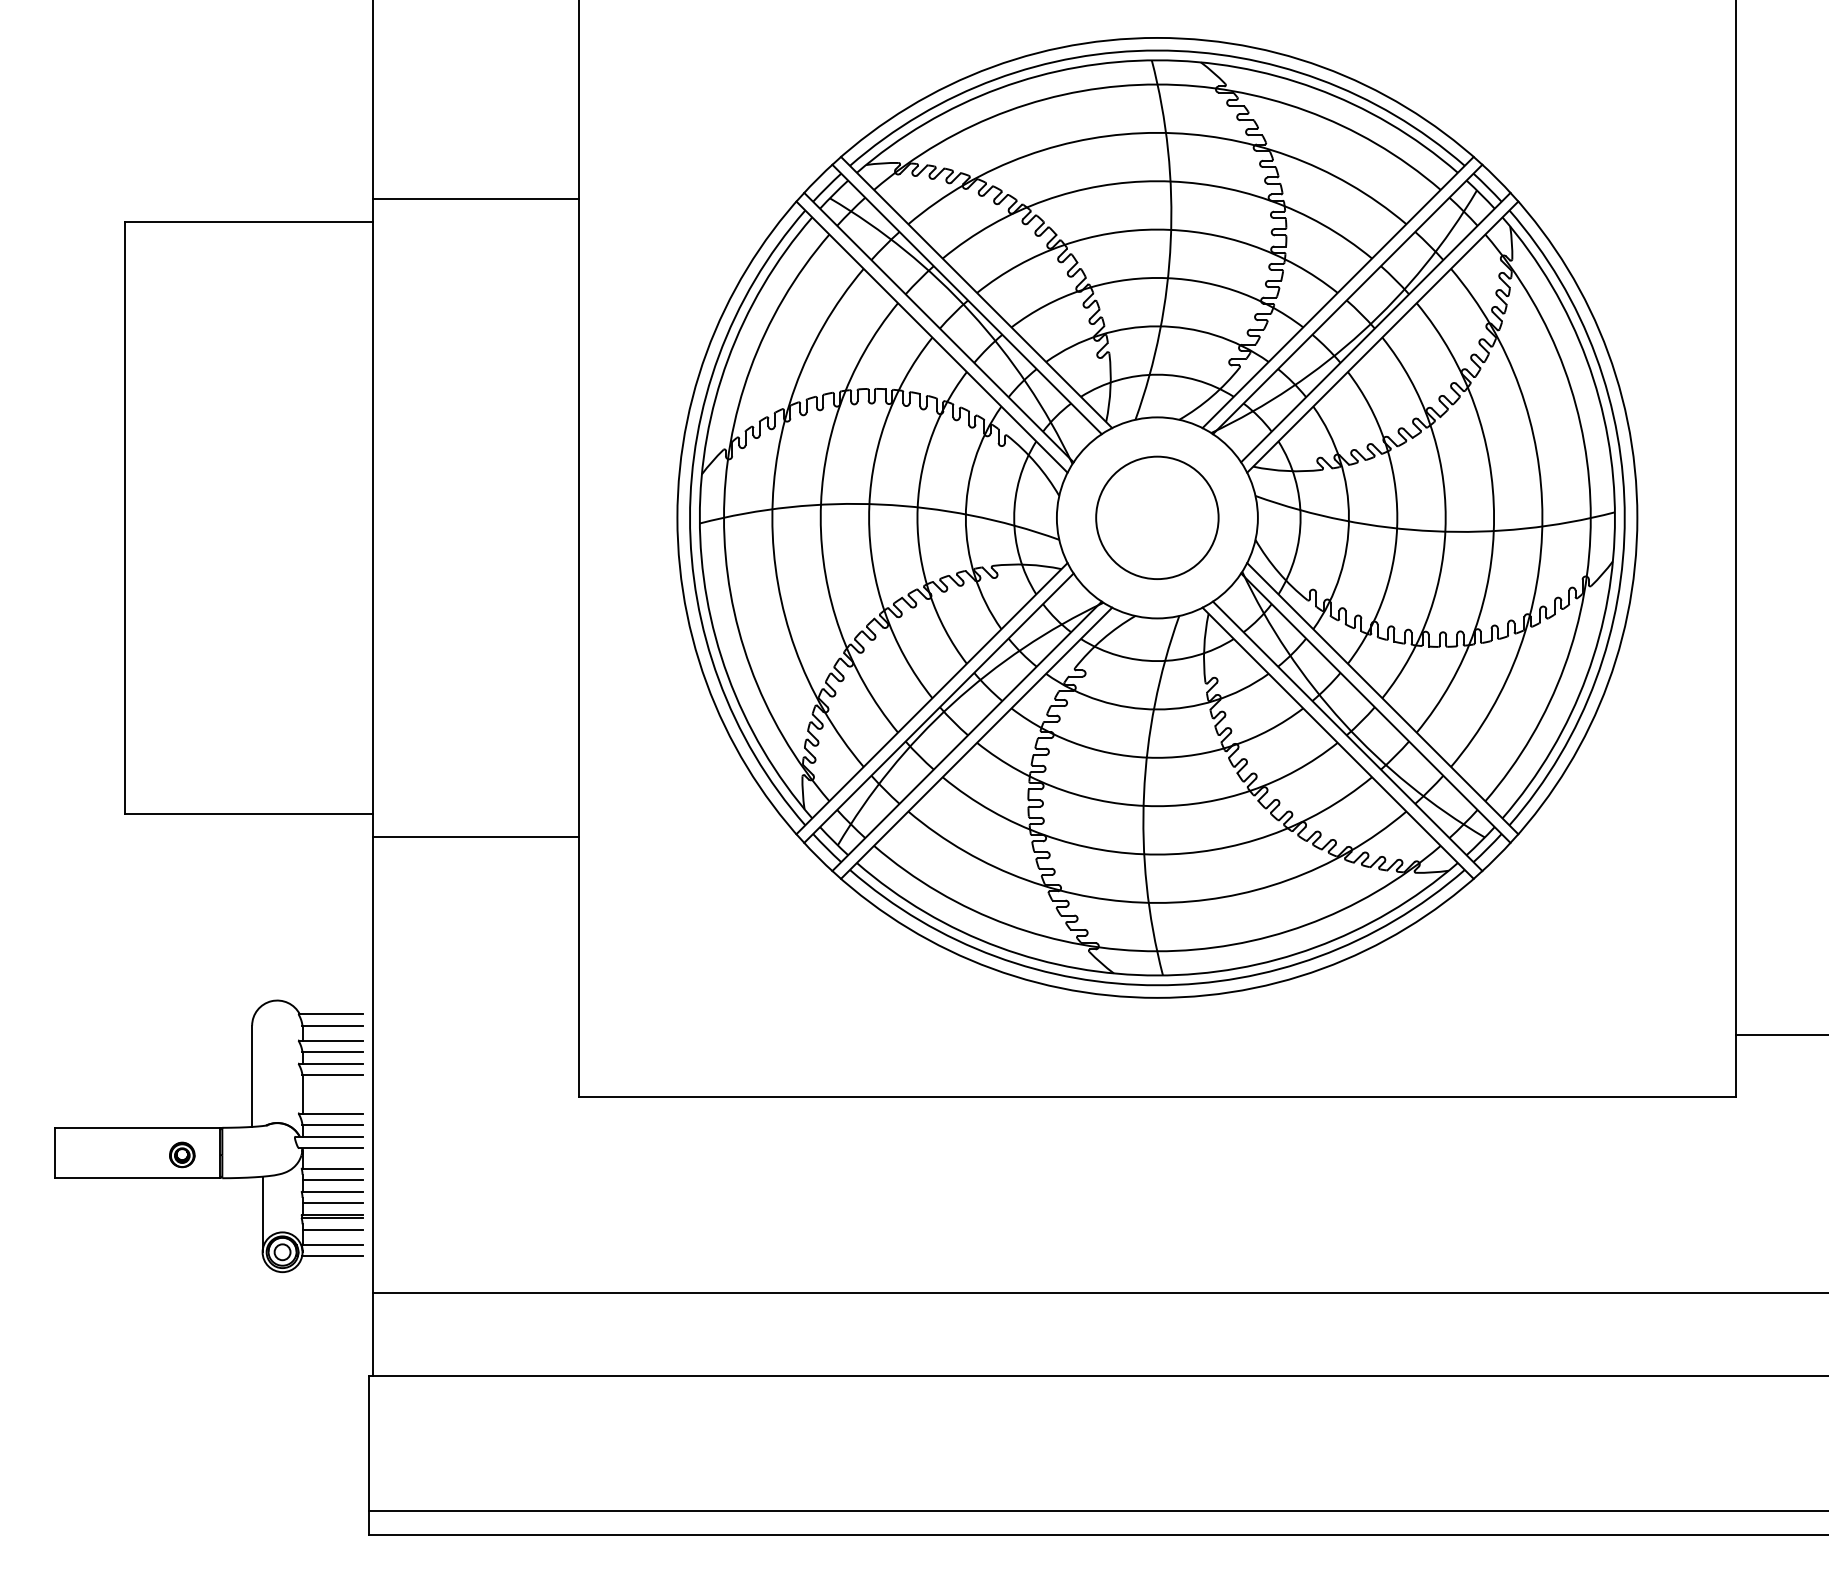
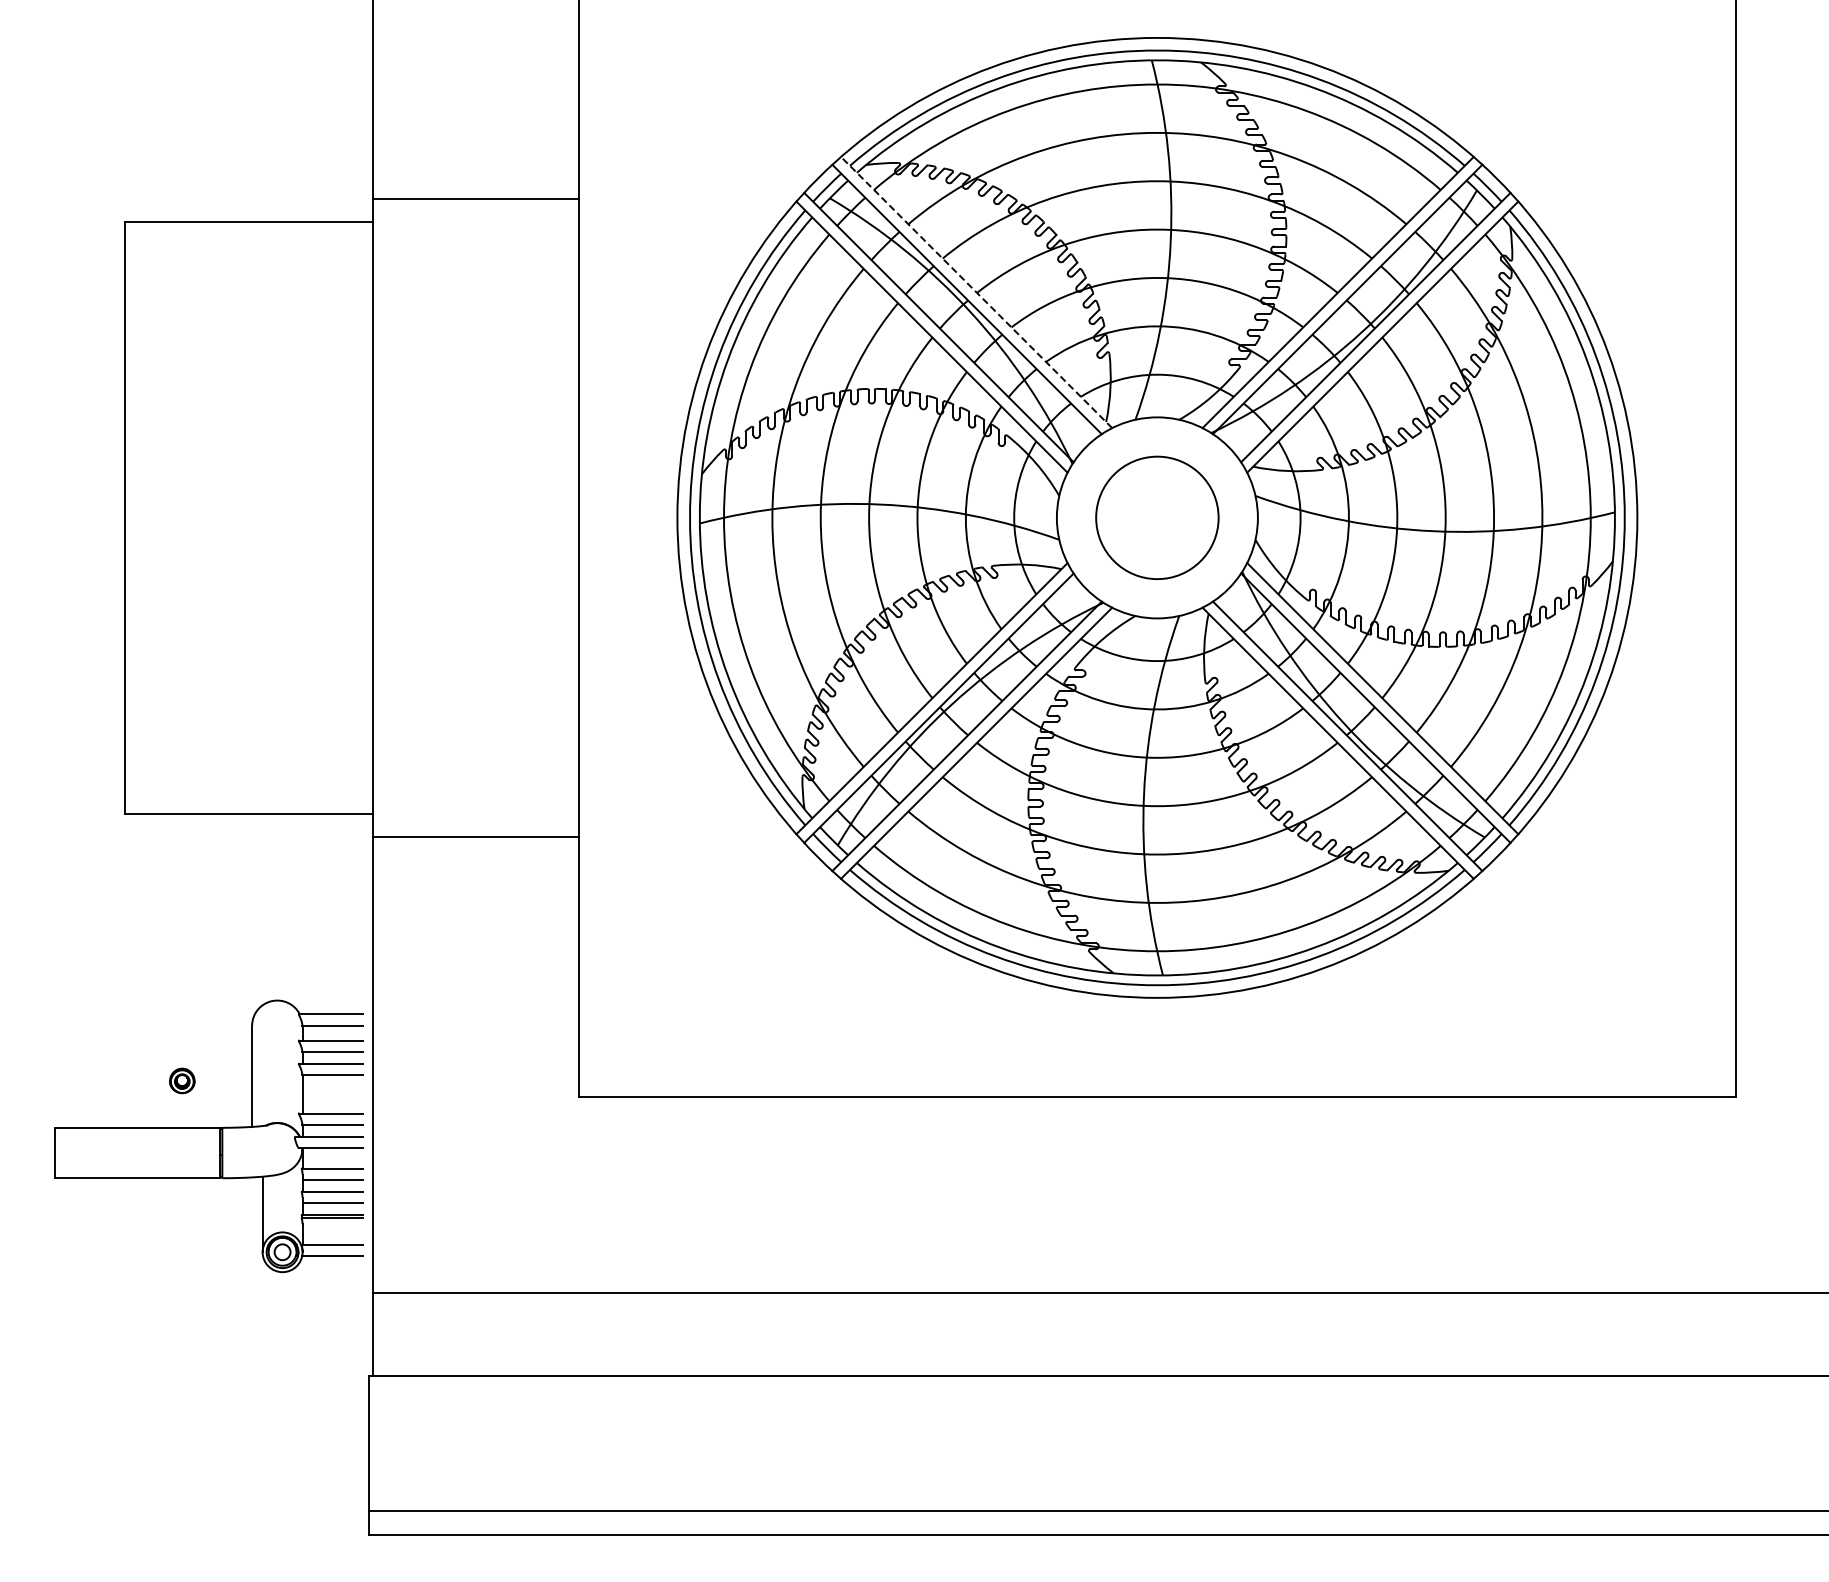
line at (976, 292): solid -> dashed
line at (1780, 1035): present -> none
part at (182, 1154) position: (182, 1154) -> (182, 1080)
line at (332, 1229): present -> none
